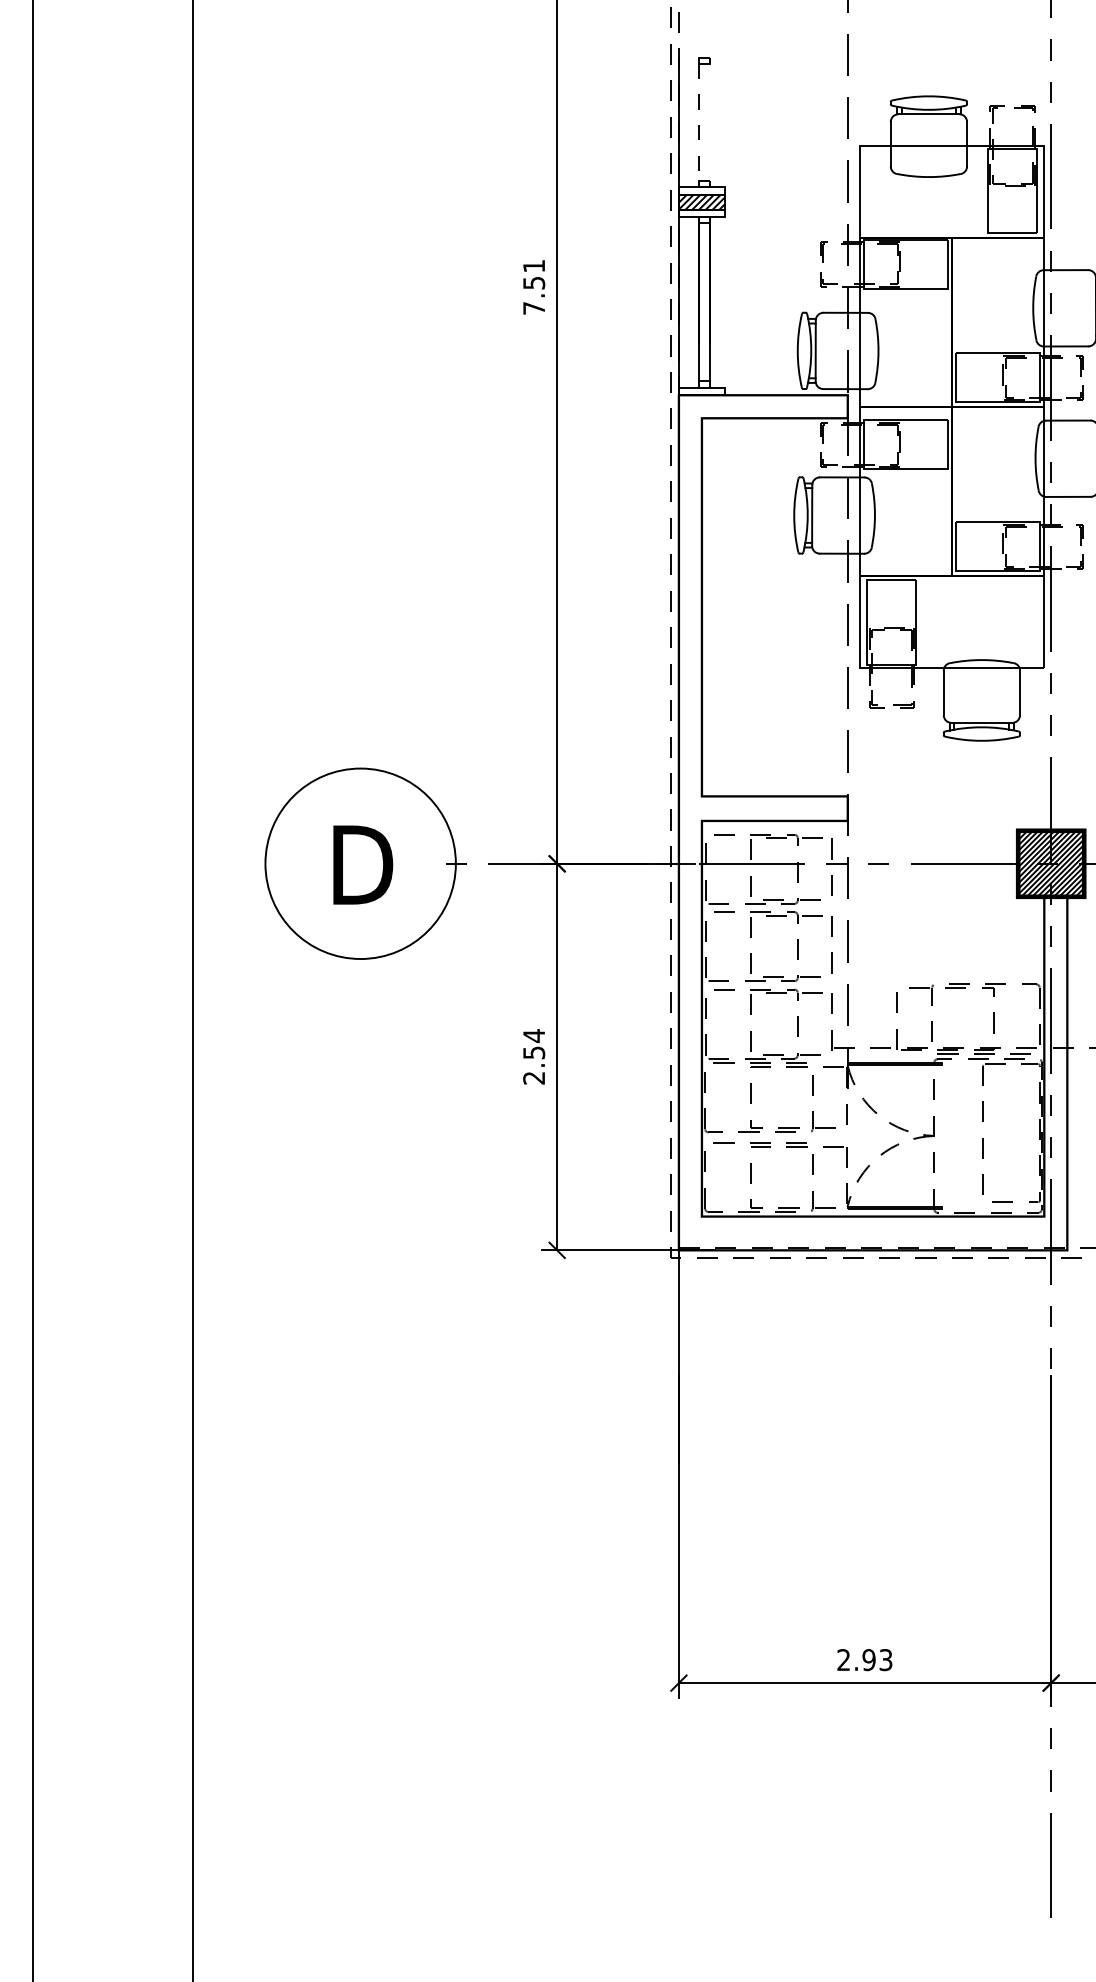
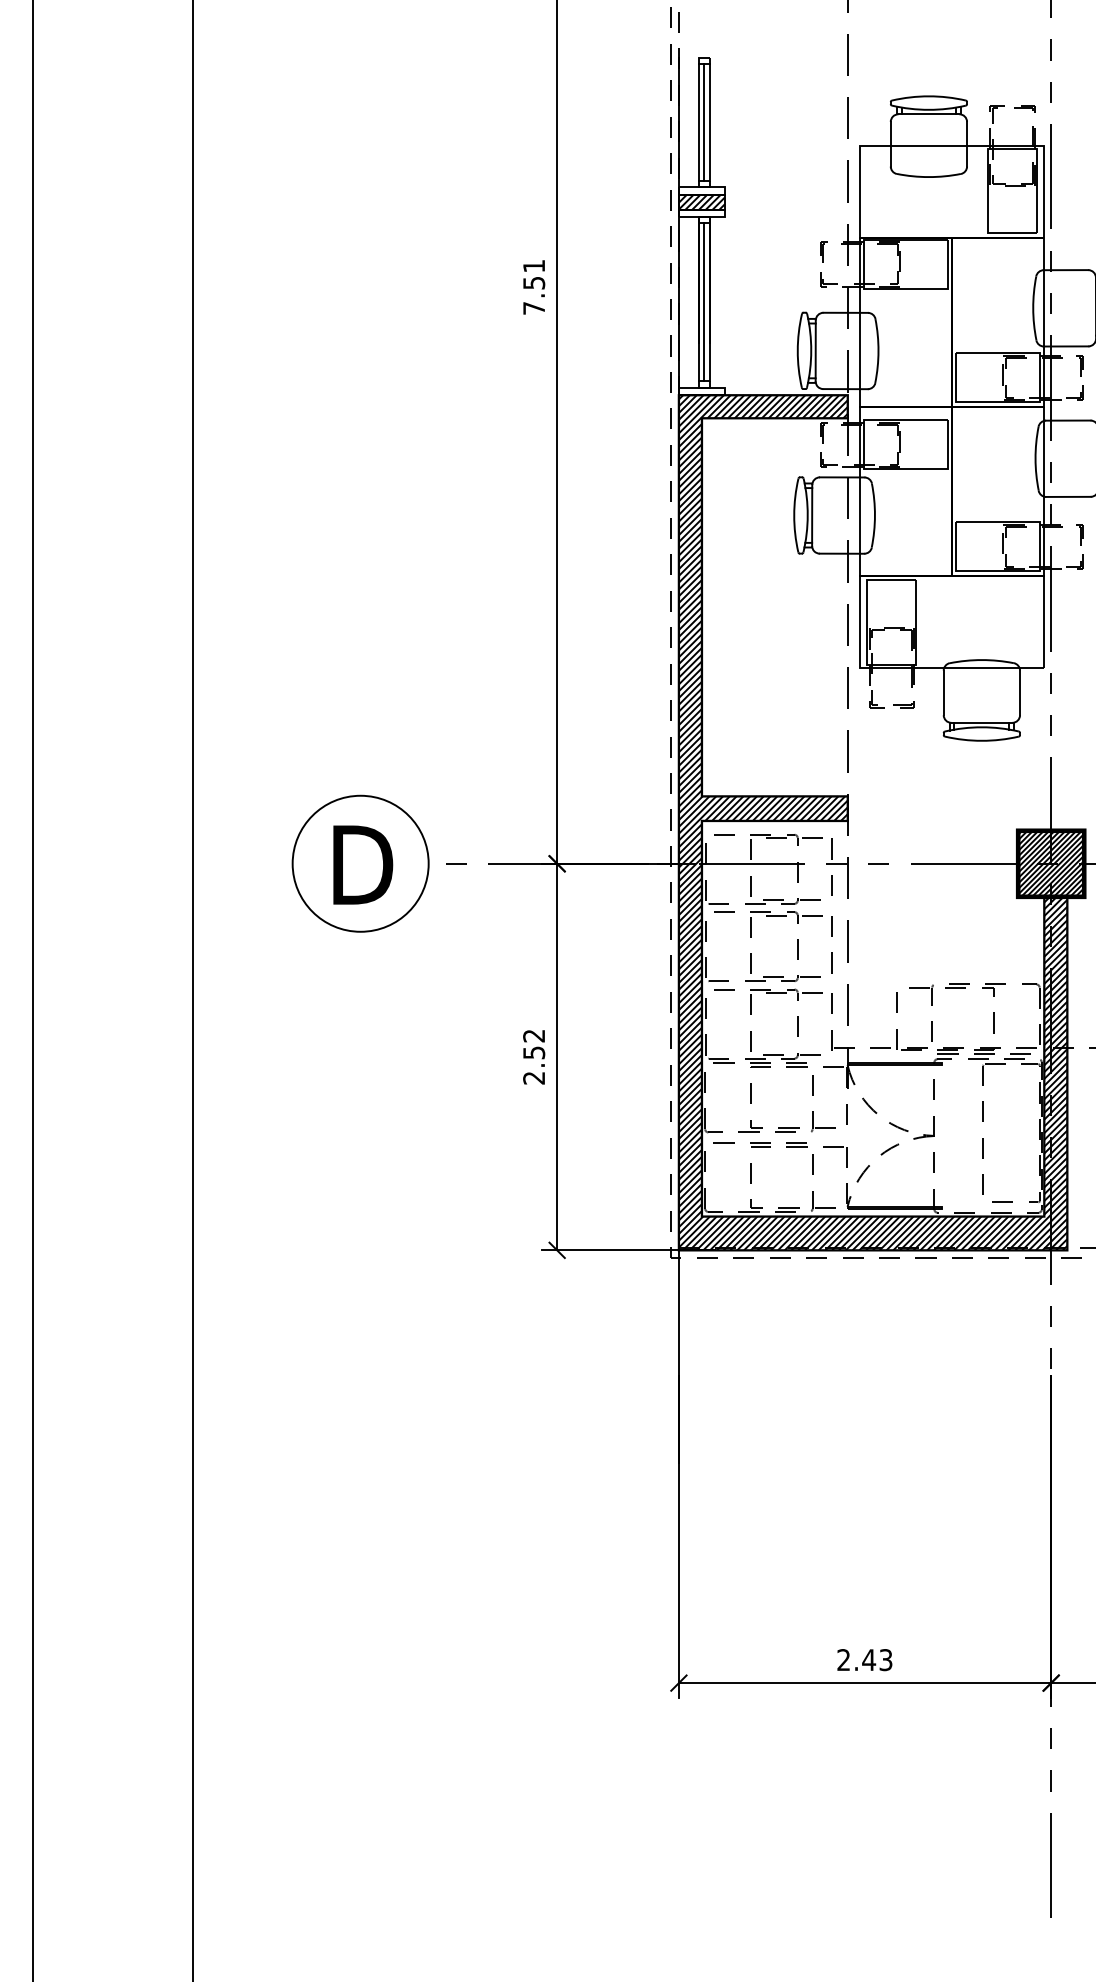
line at (698, 122): dashed -> solid
line at (704, 122): none -> present
line at (709, 122): none -> present
line at (704, 302): none -> present
hatch at (872, 822): none -> present
circle at (360, 863) diameter: 190 px -> 136 px
text at (533, 1036): 2.54 -> 2.52
text at (869, 1660): 2.93 -> 2.43
